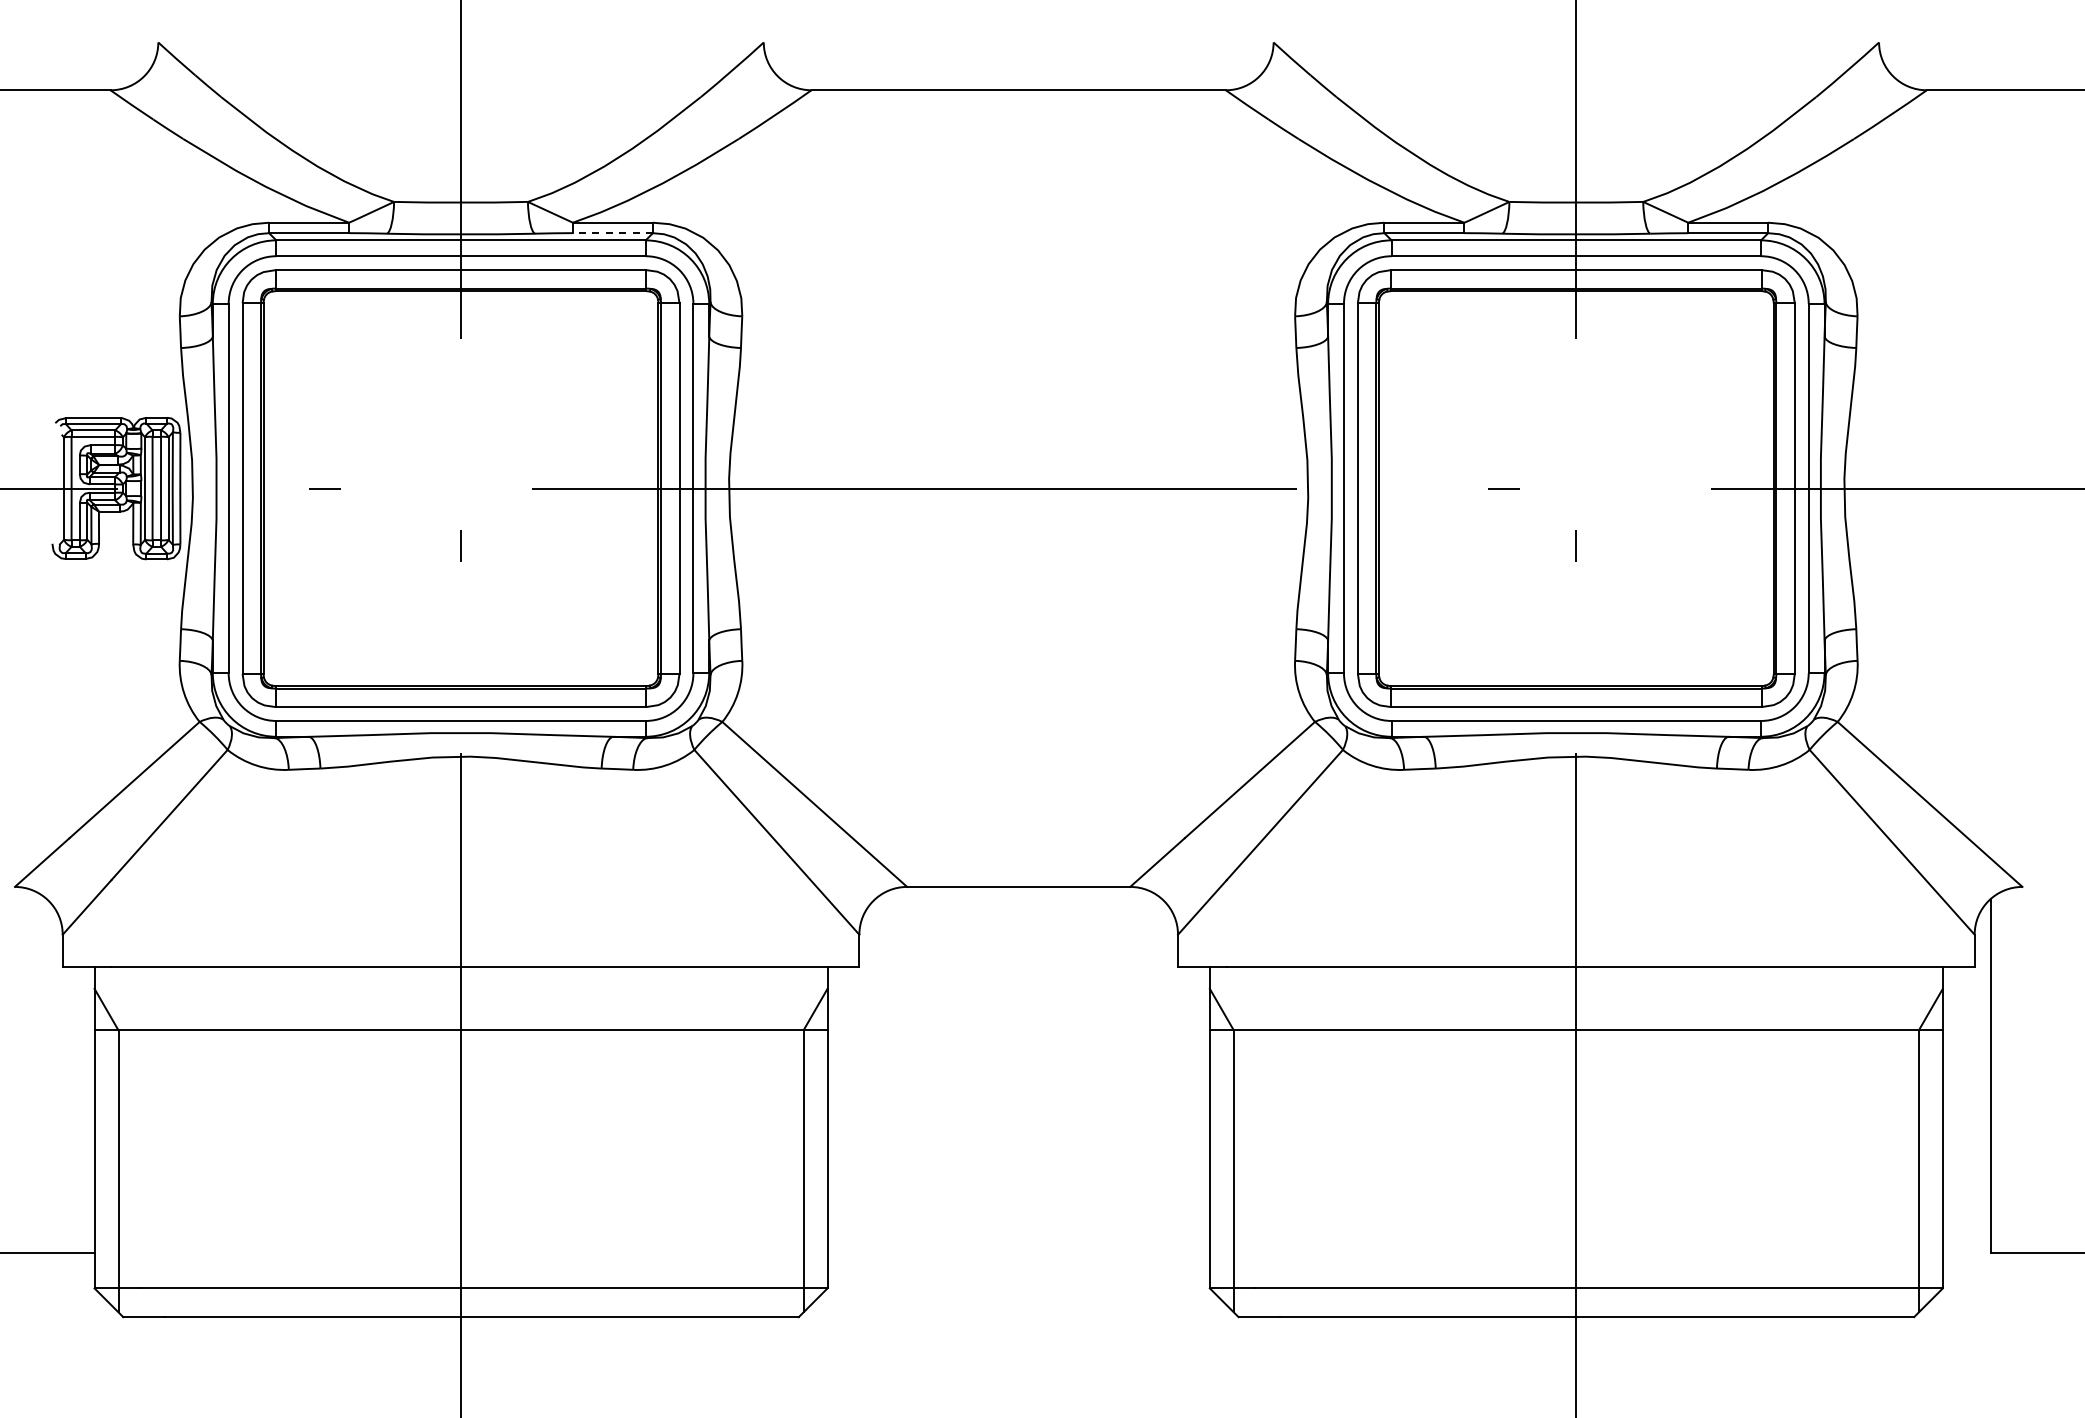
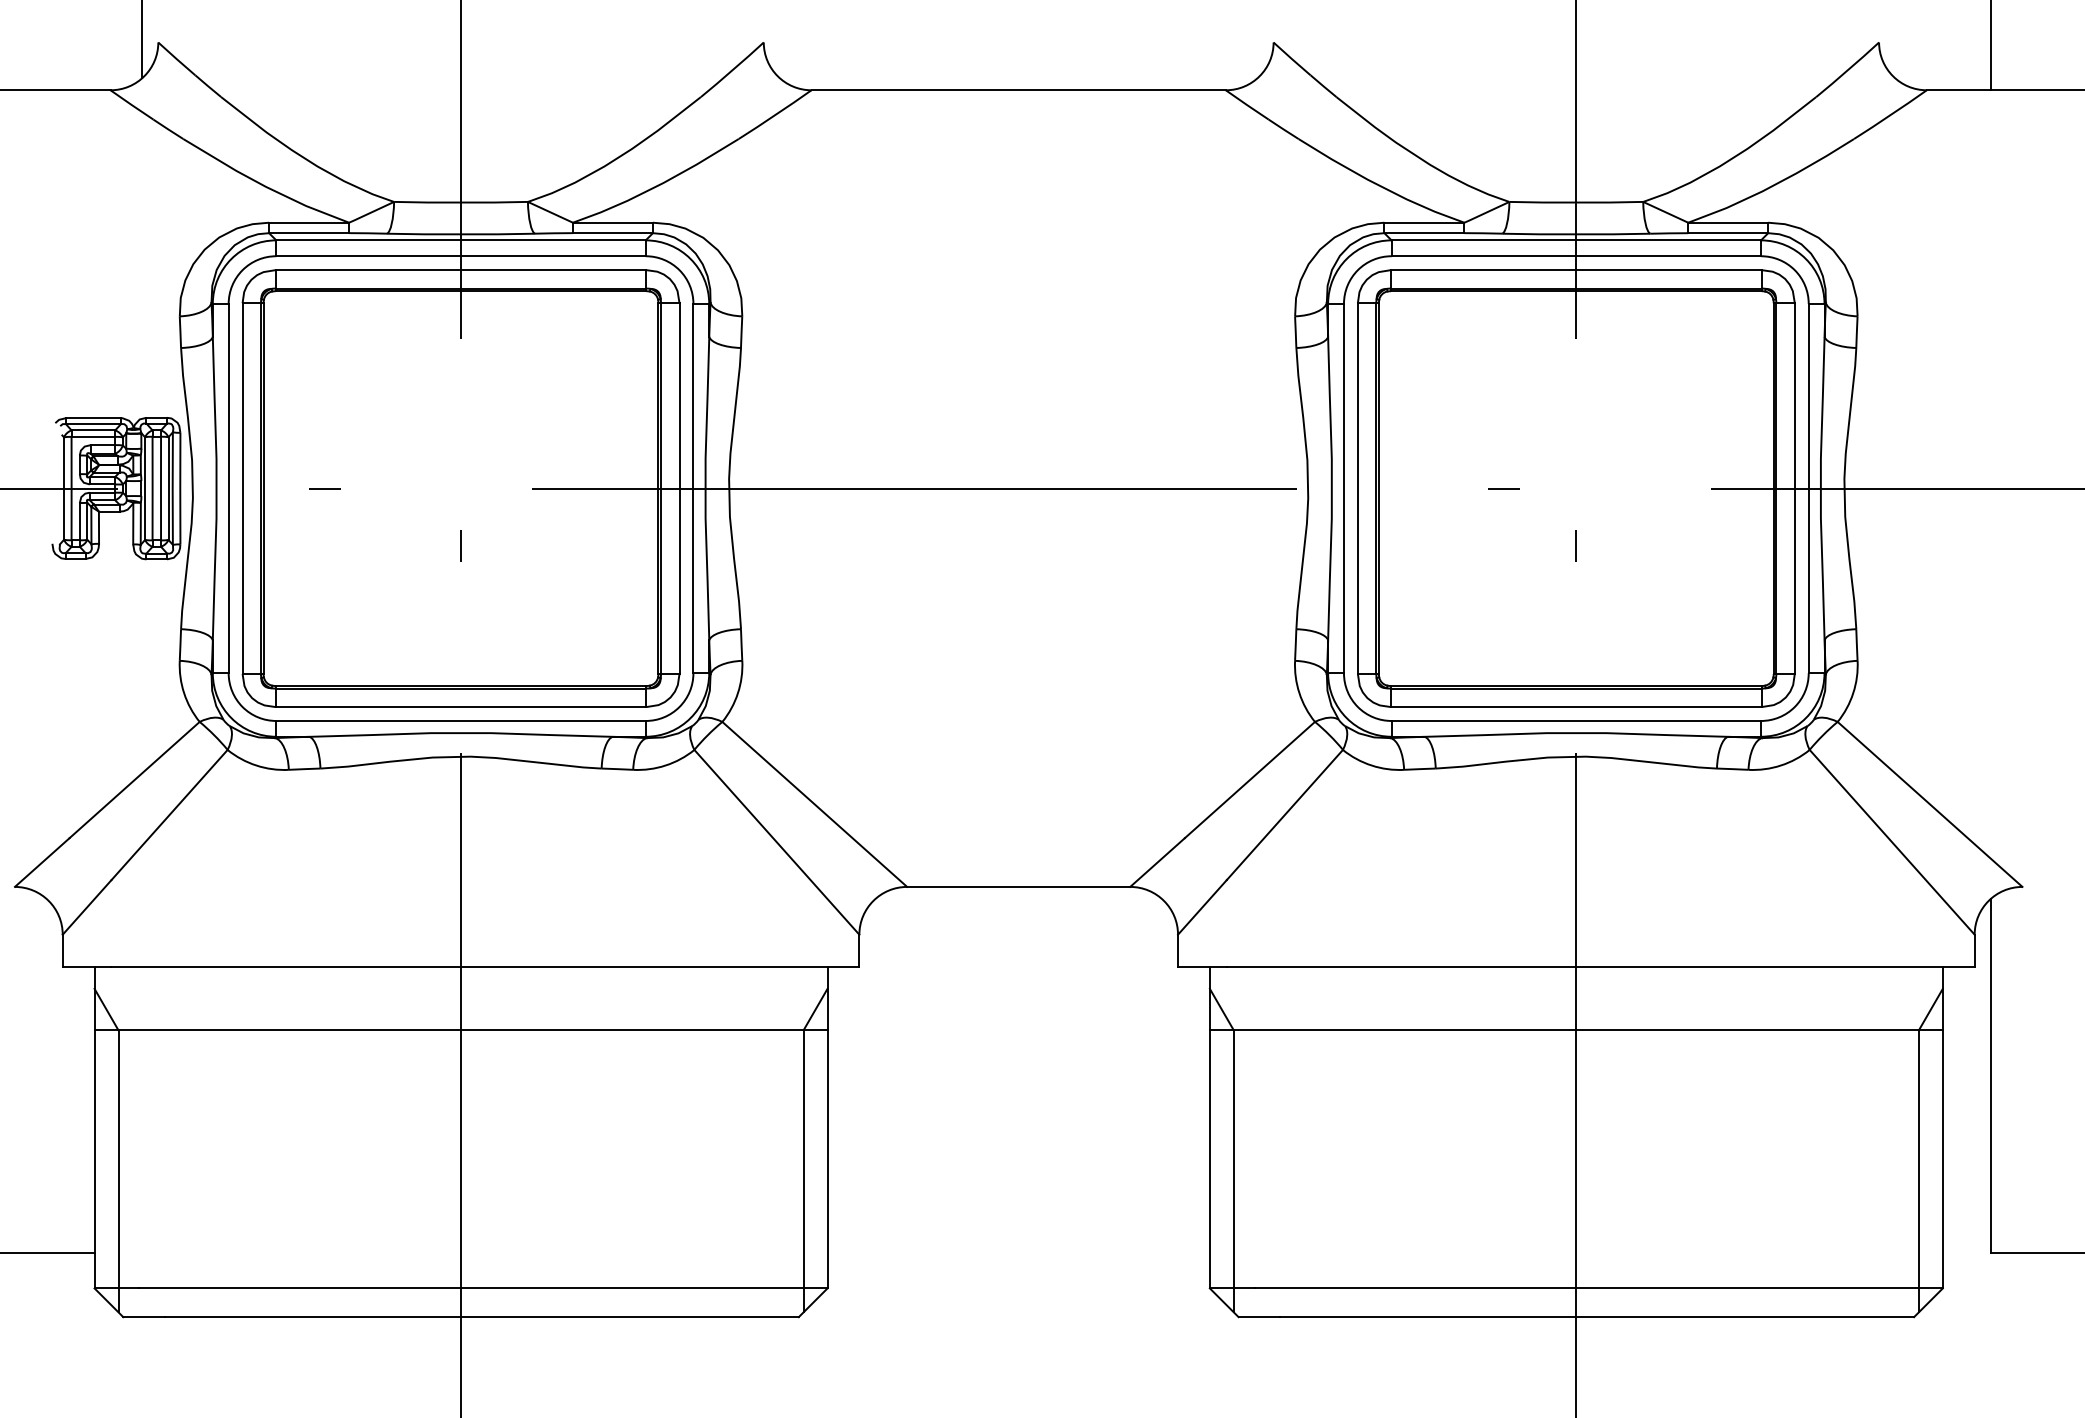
line at (142, 40): none -> present
line at (1990, 46): none -> present
line at (612, 233): dashed -> solid
